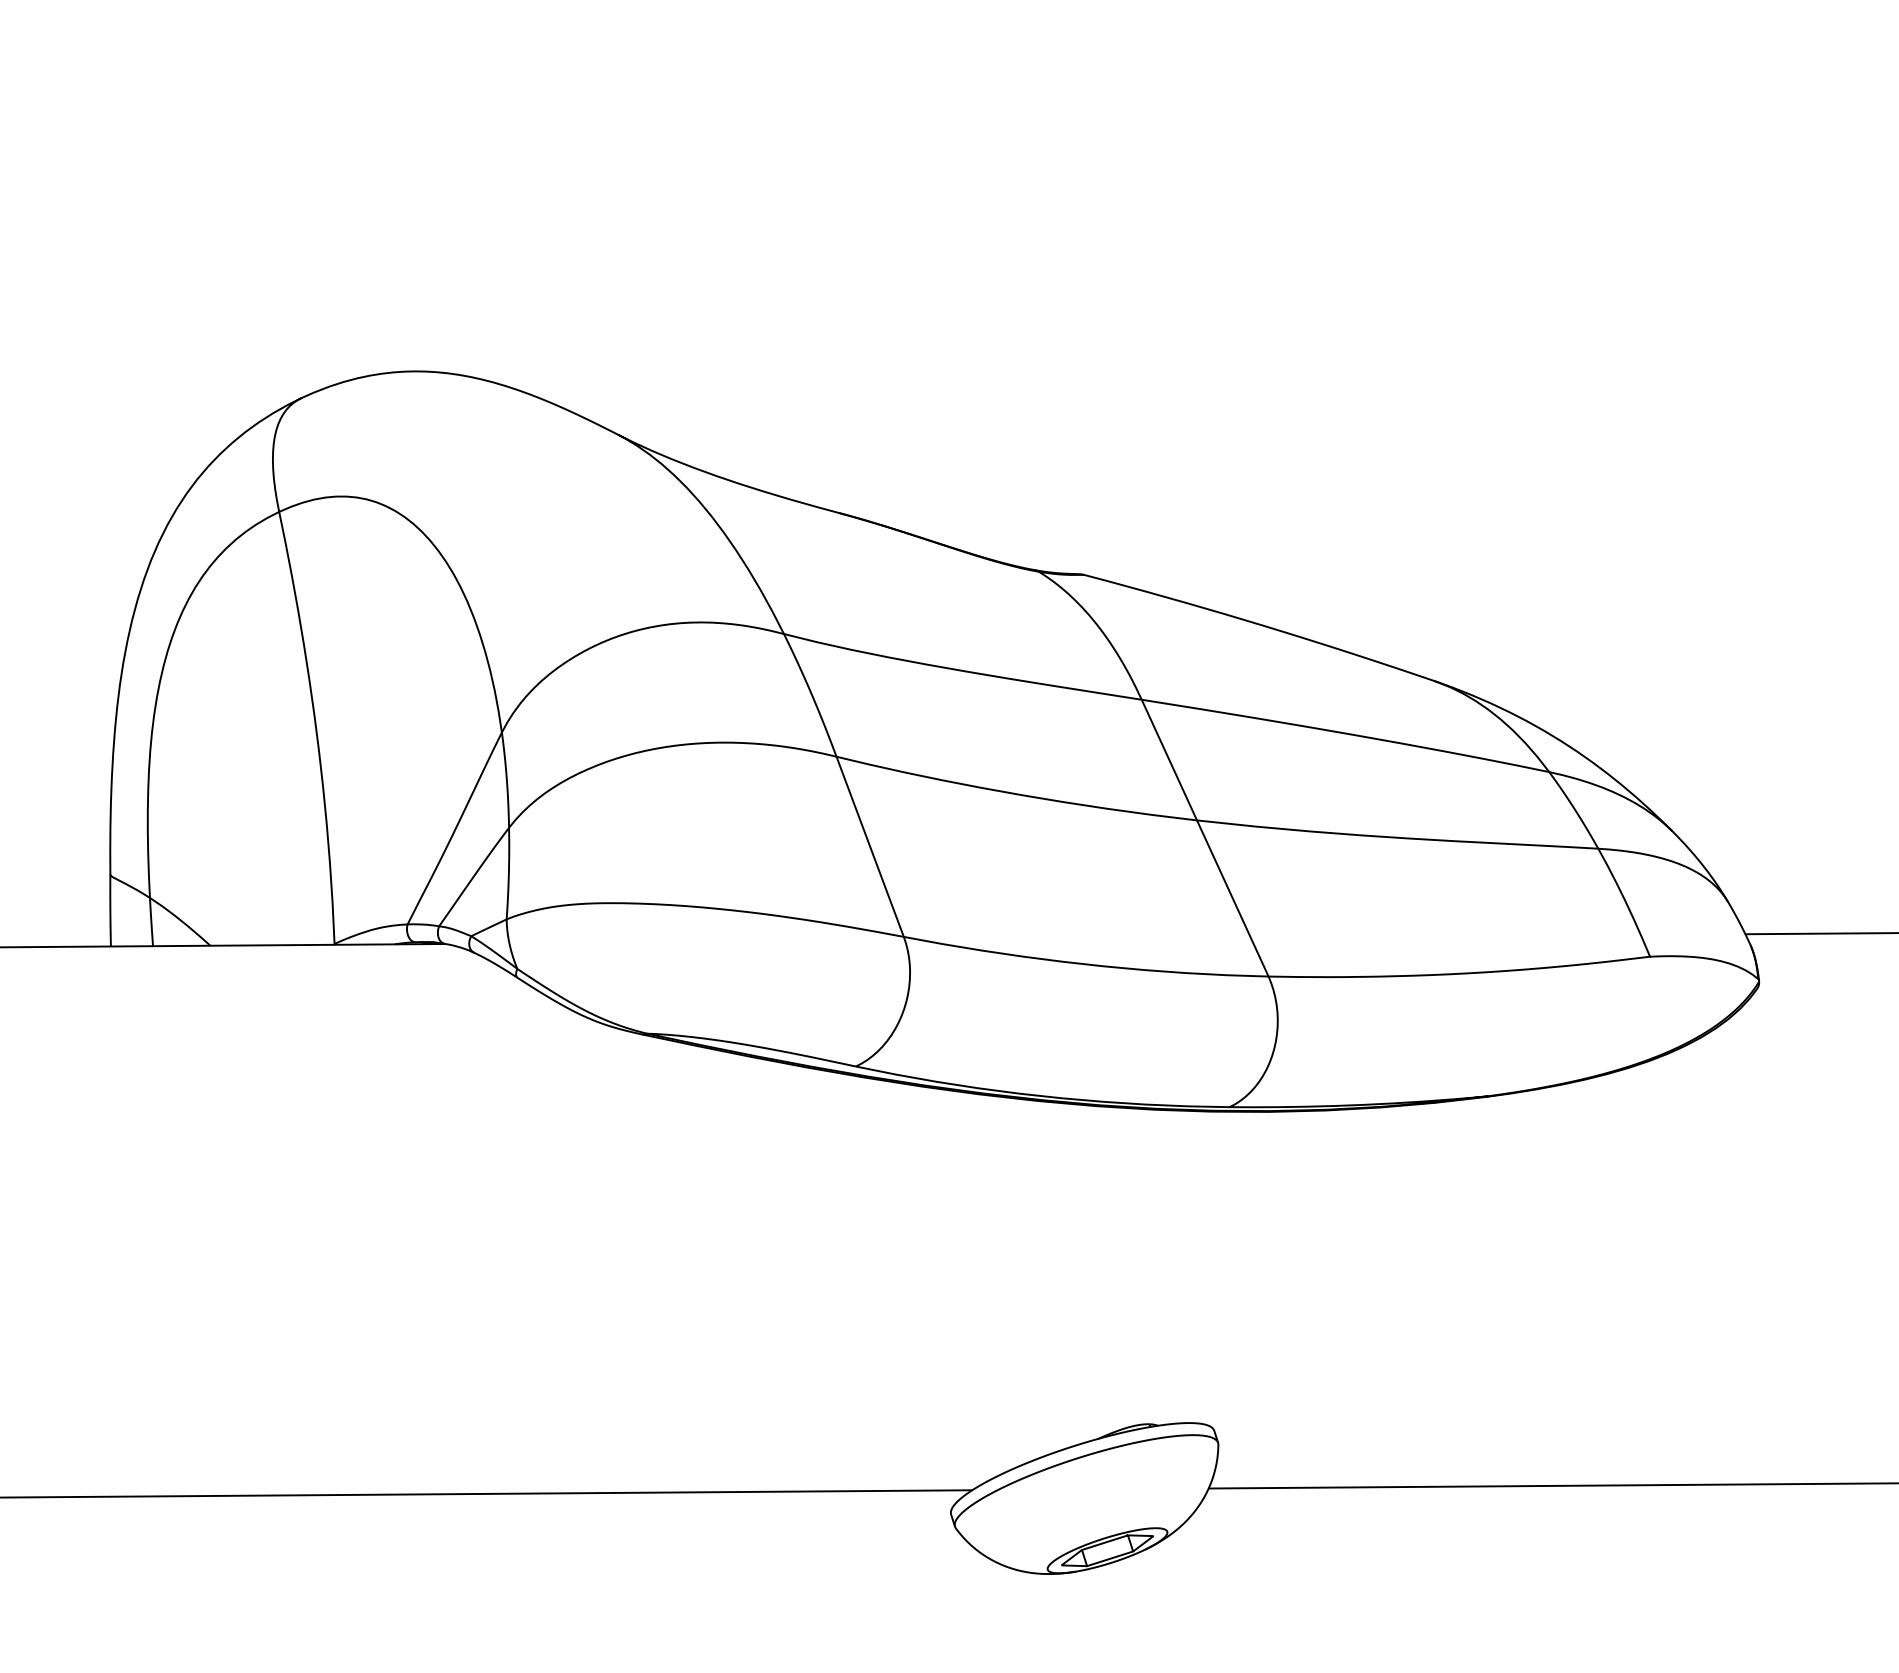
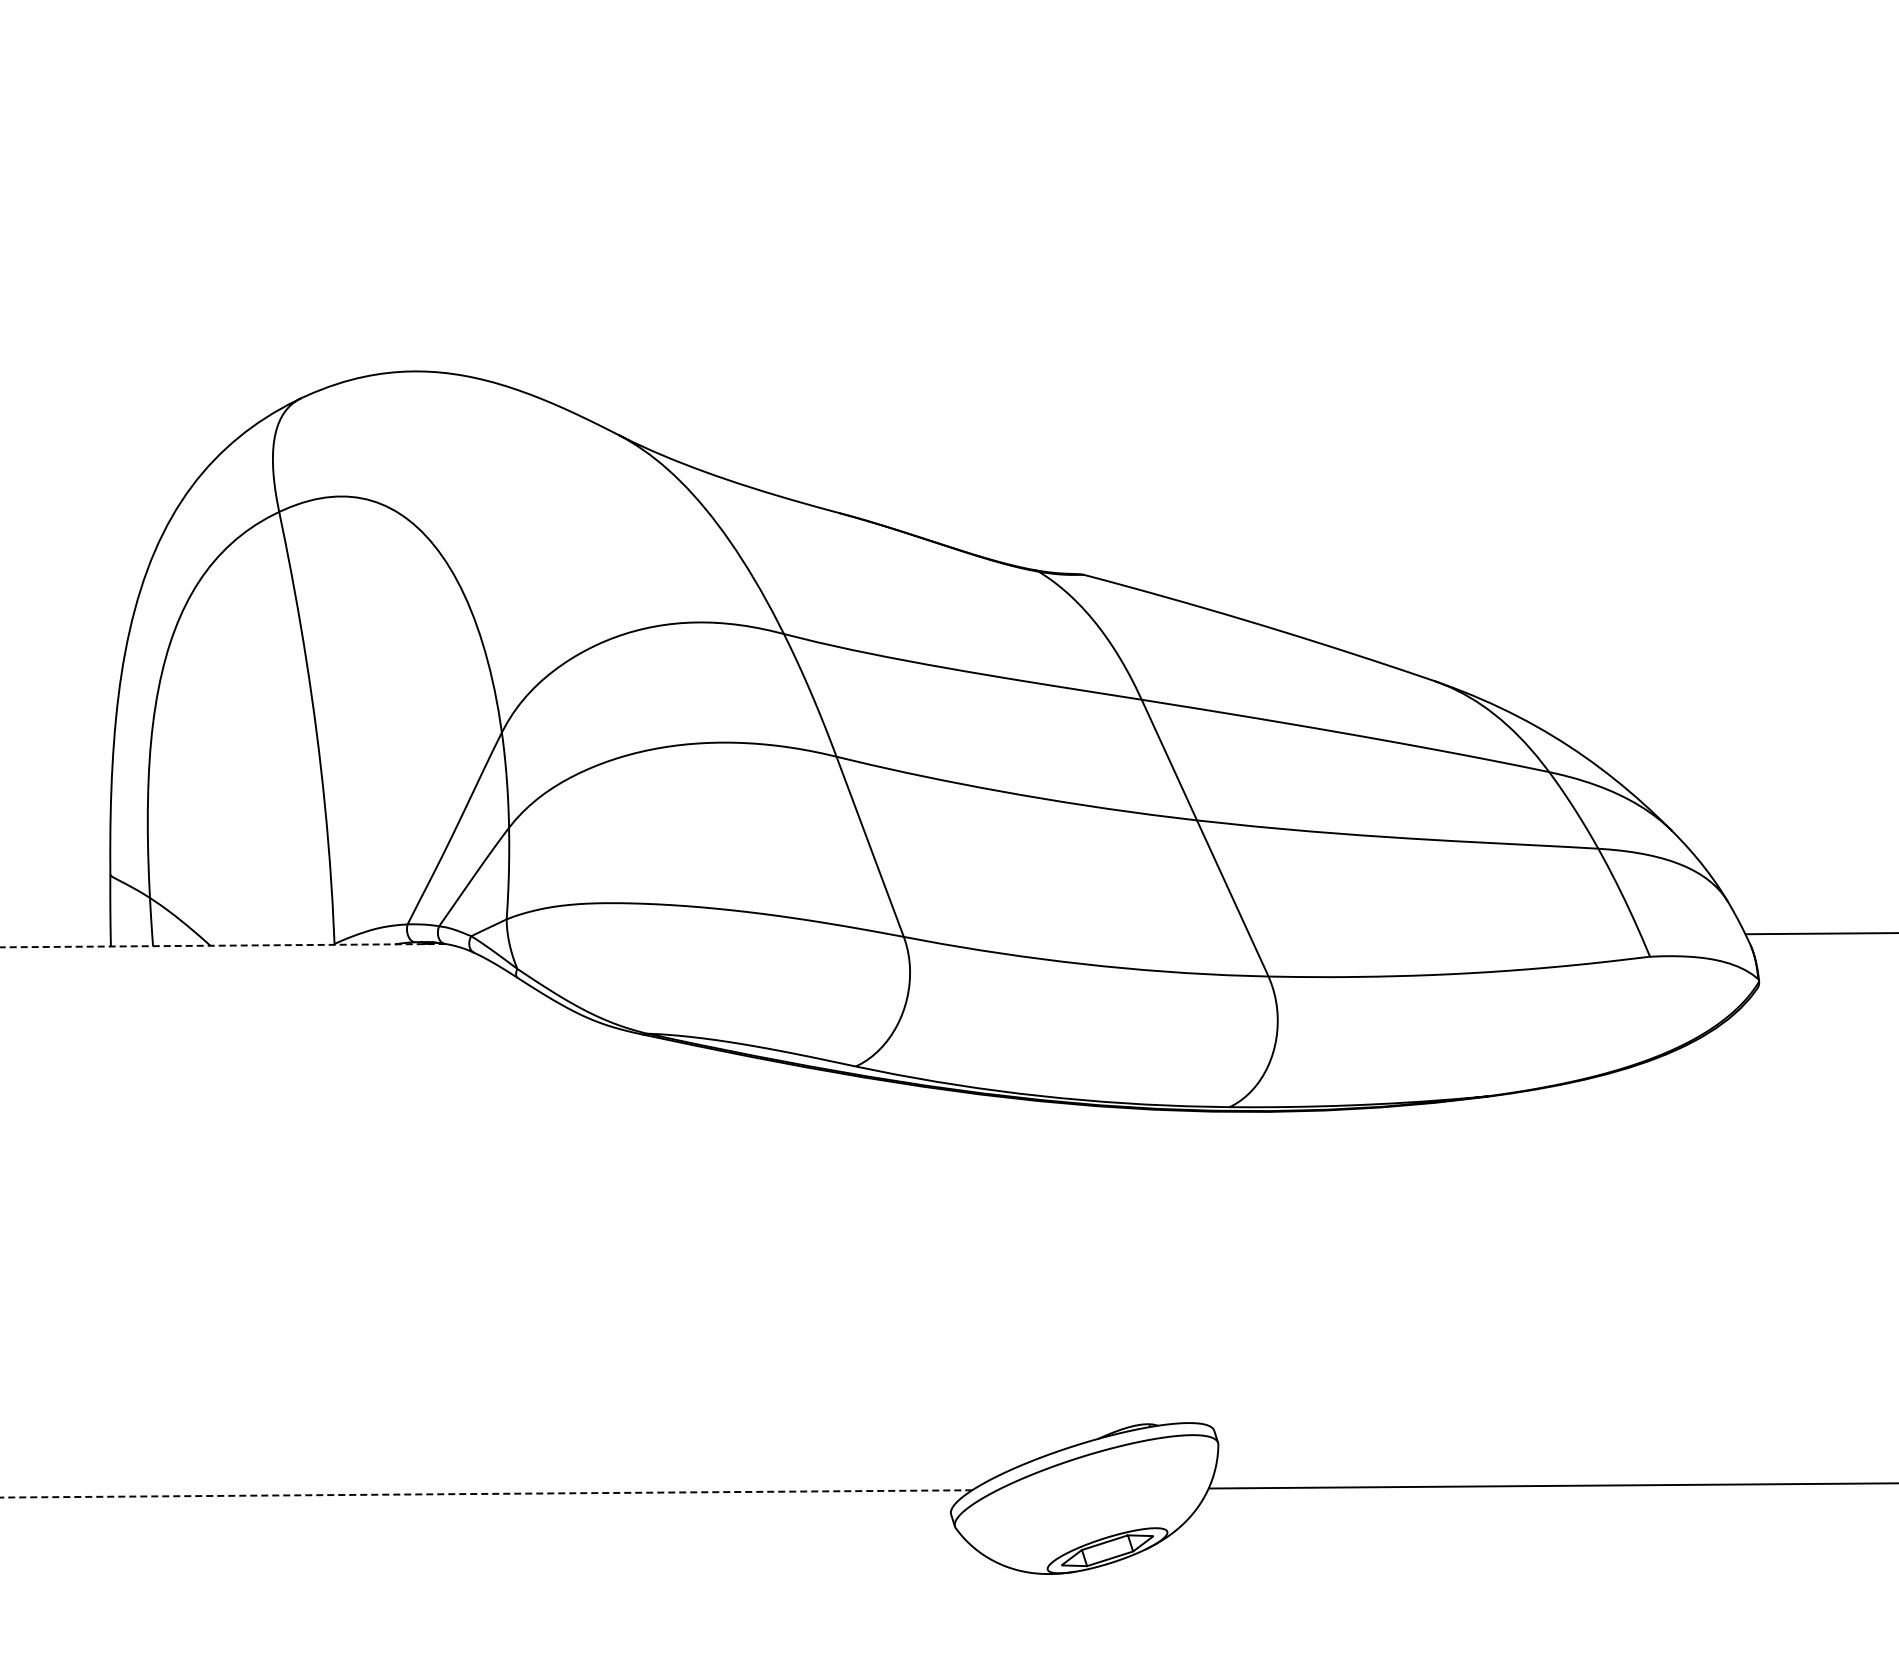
line at (222, 945): solid -> dashed
line at (486, 1493): solid -> dashed
